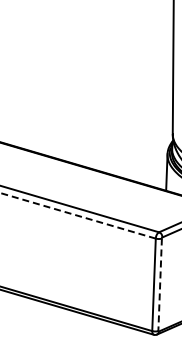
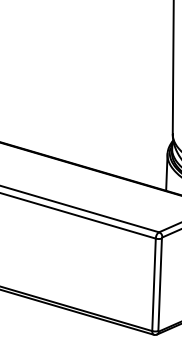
line at (78, 215): dashed -> solid
line at (160, 285): dashed -> solid
